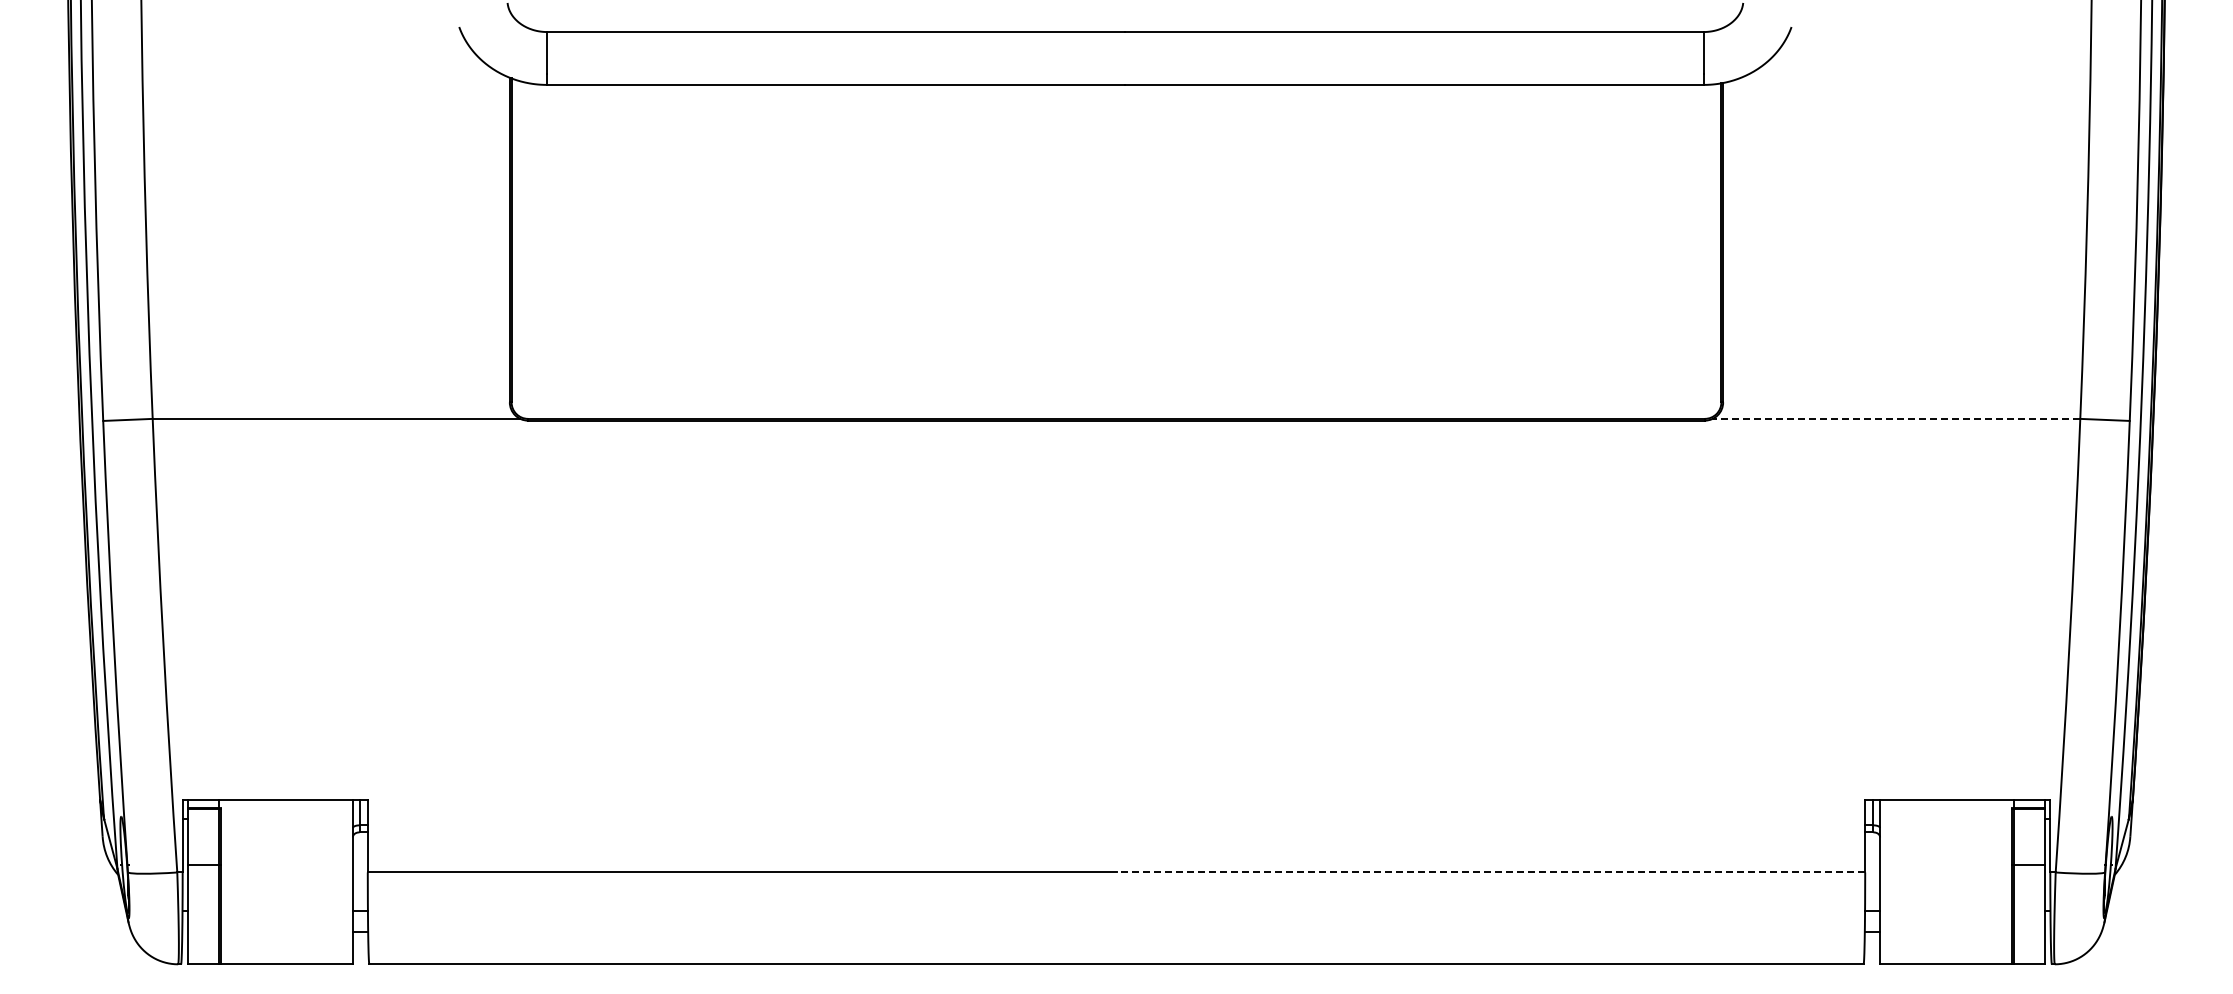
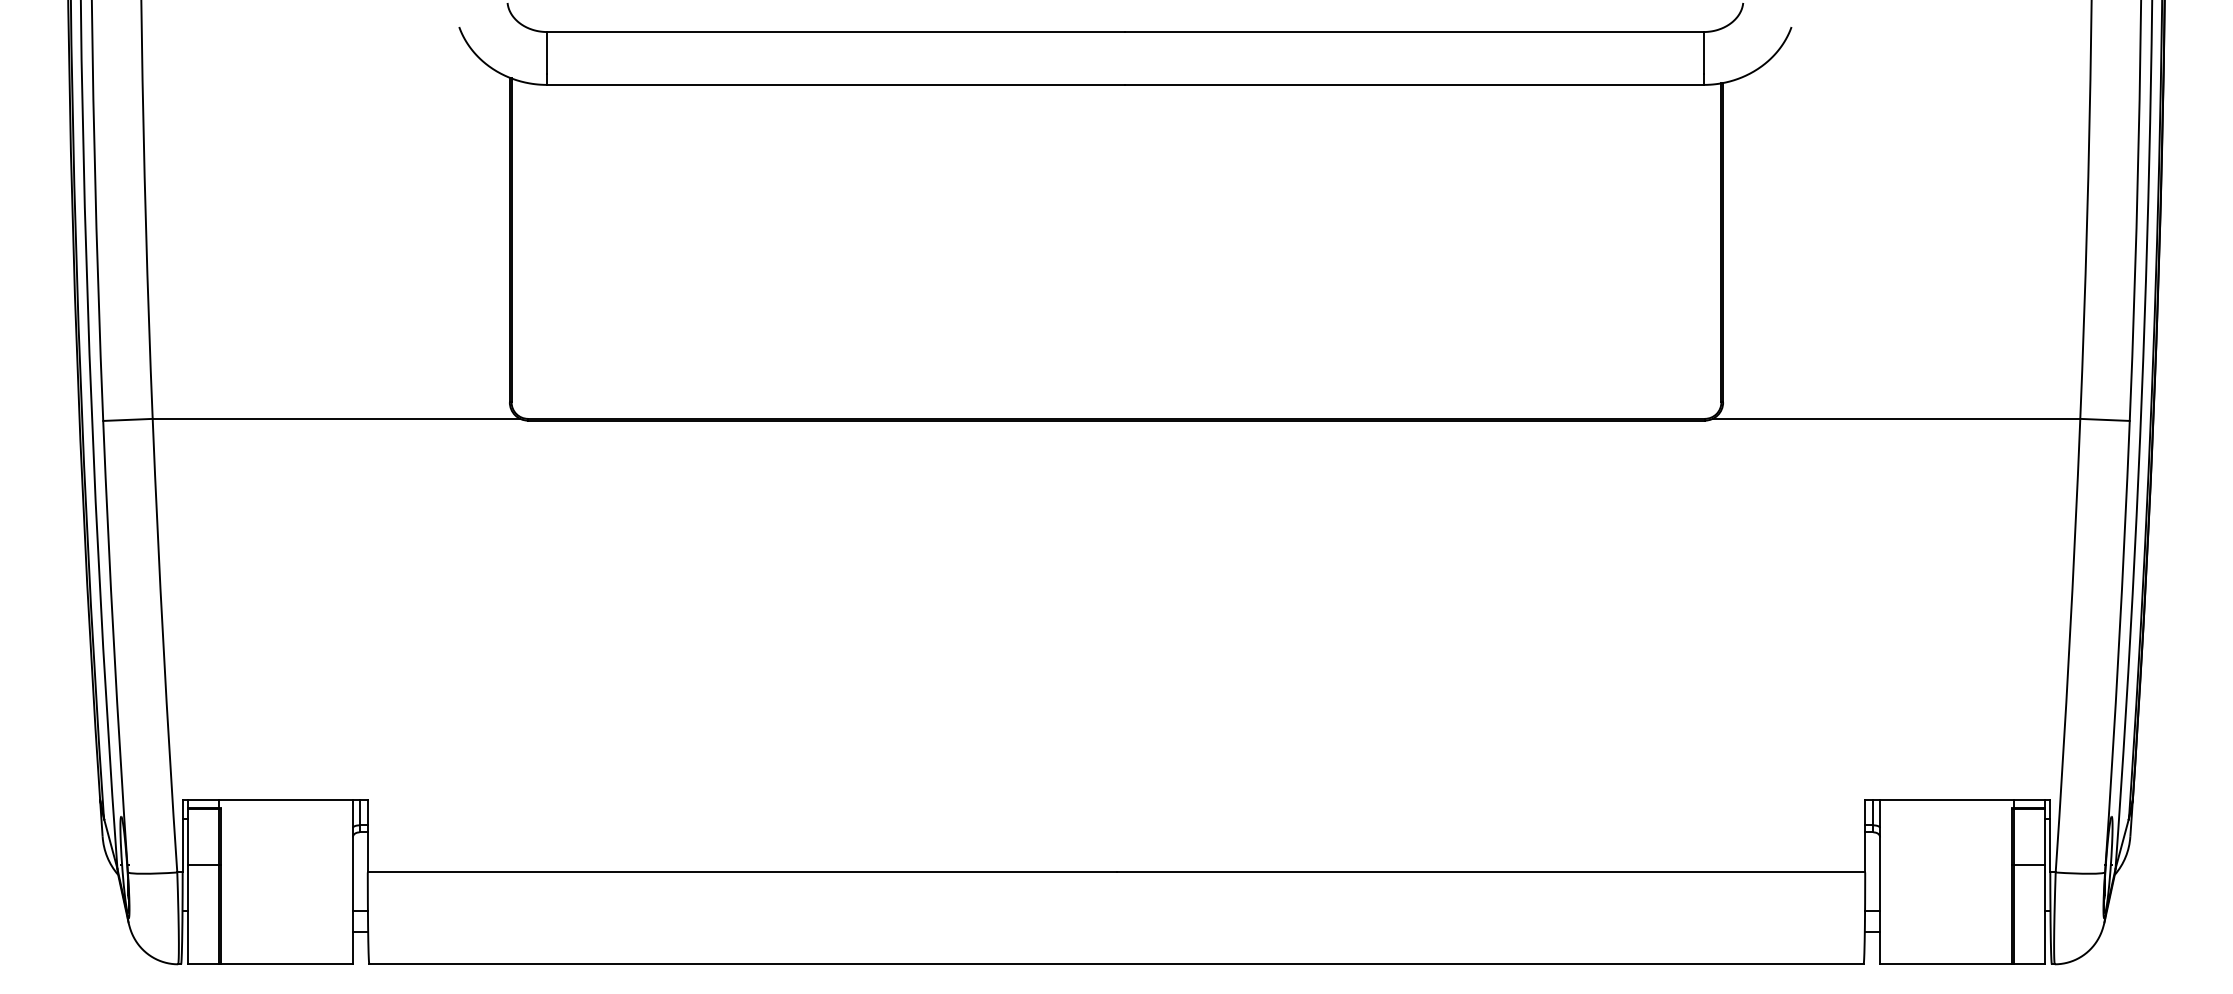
line at (1896, 418): dashed -> solid
line at (1490, 872): dashed -> solid
